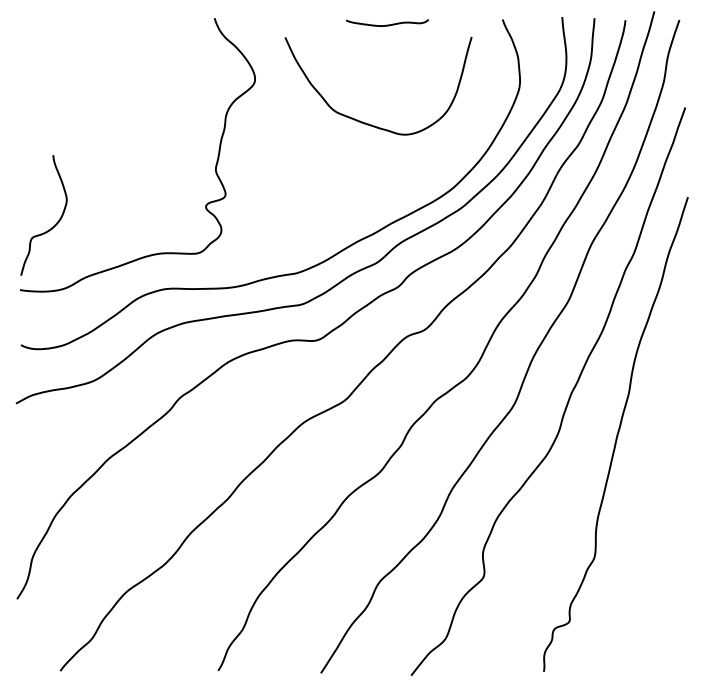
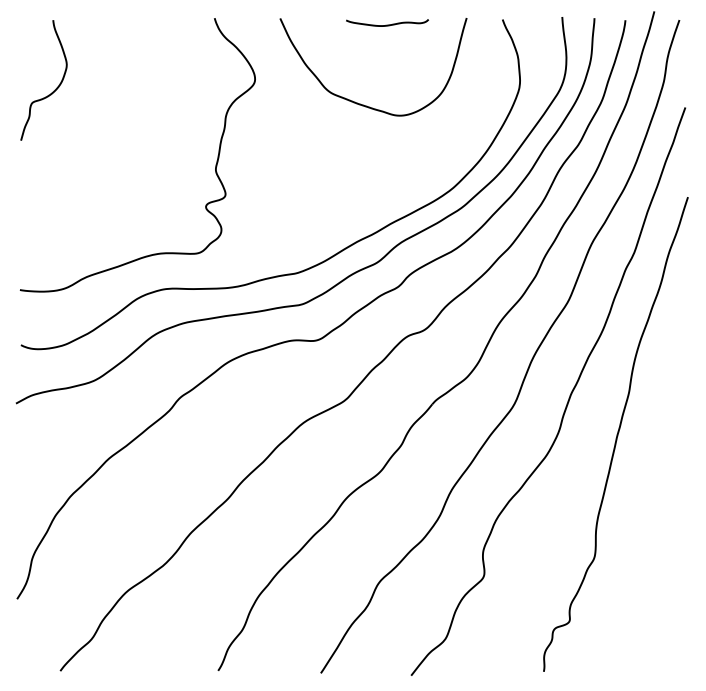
curve at (365, 122) position: (365, 122) -> (360, 103)
curve at (53, 225) position: (53, 225) -> (53, 90)
